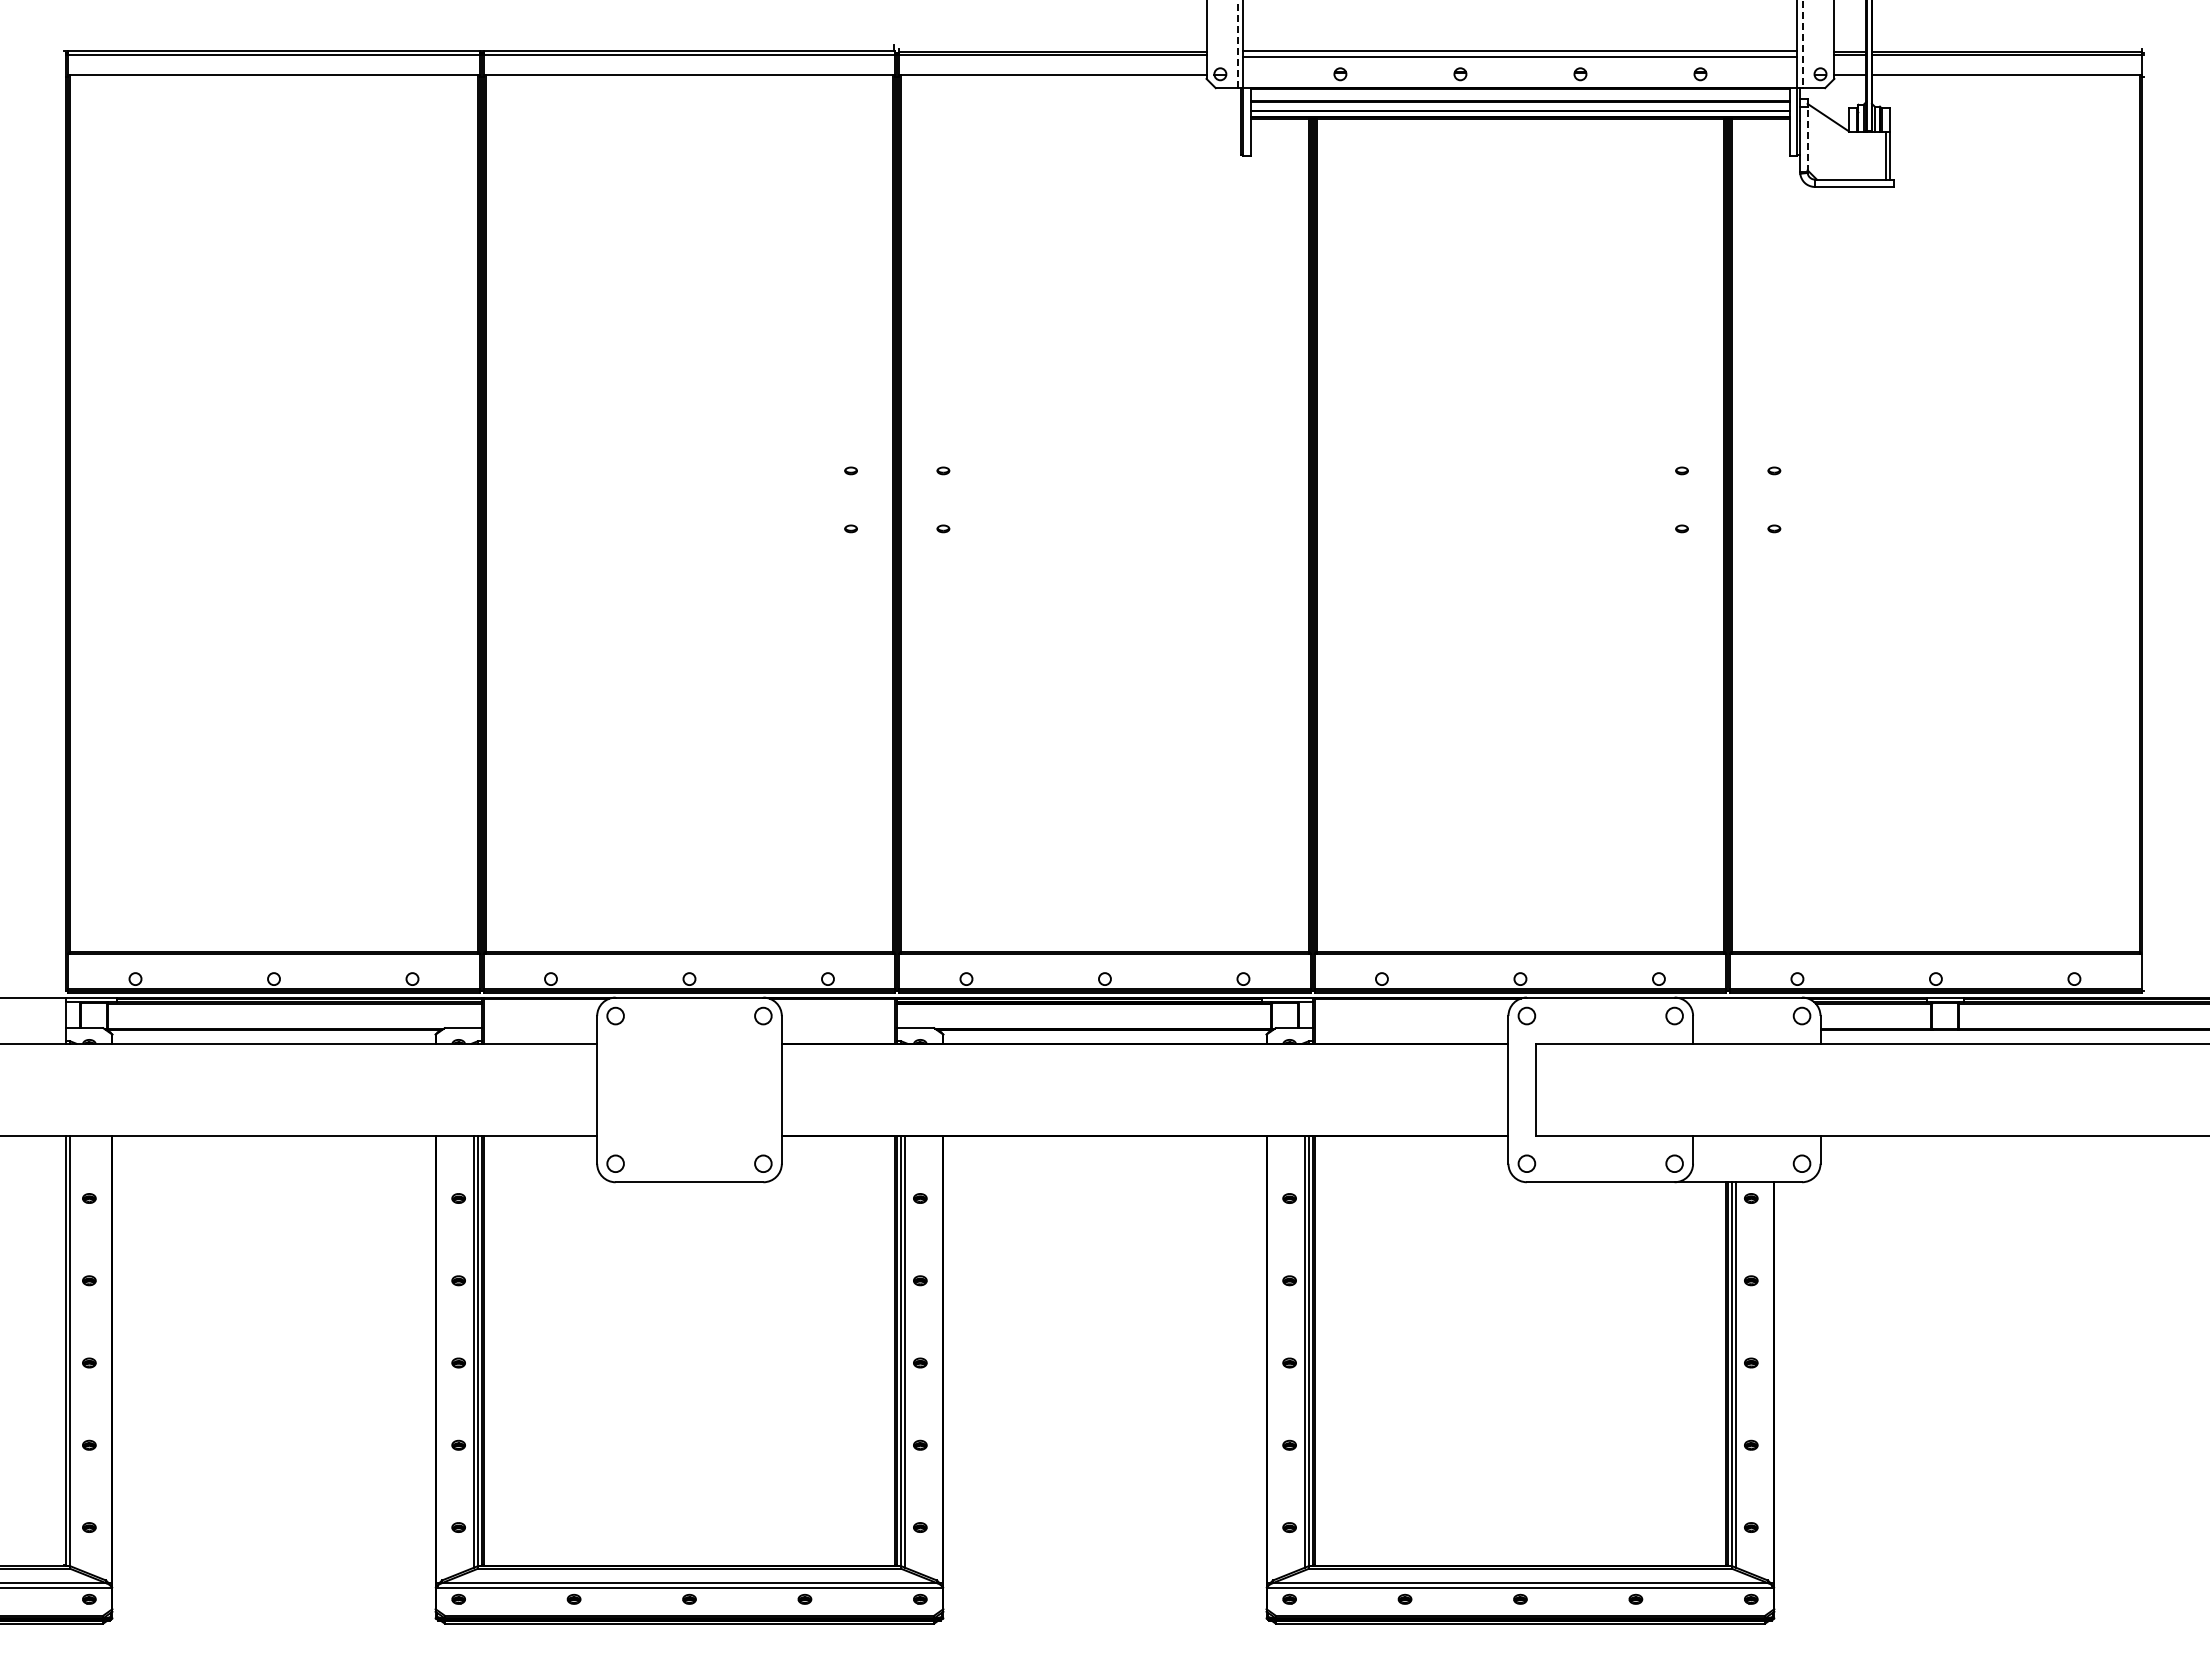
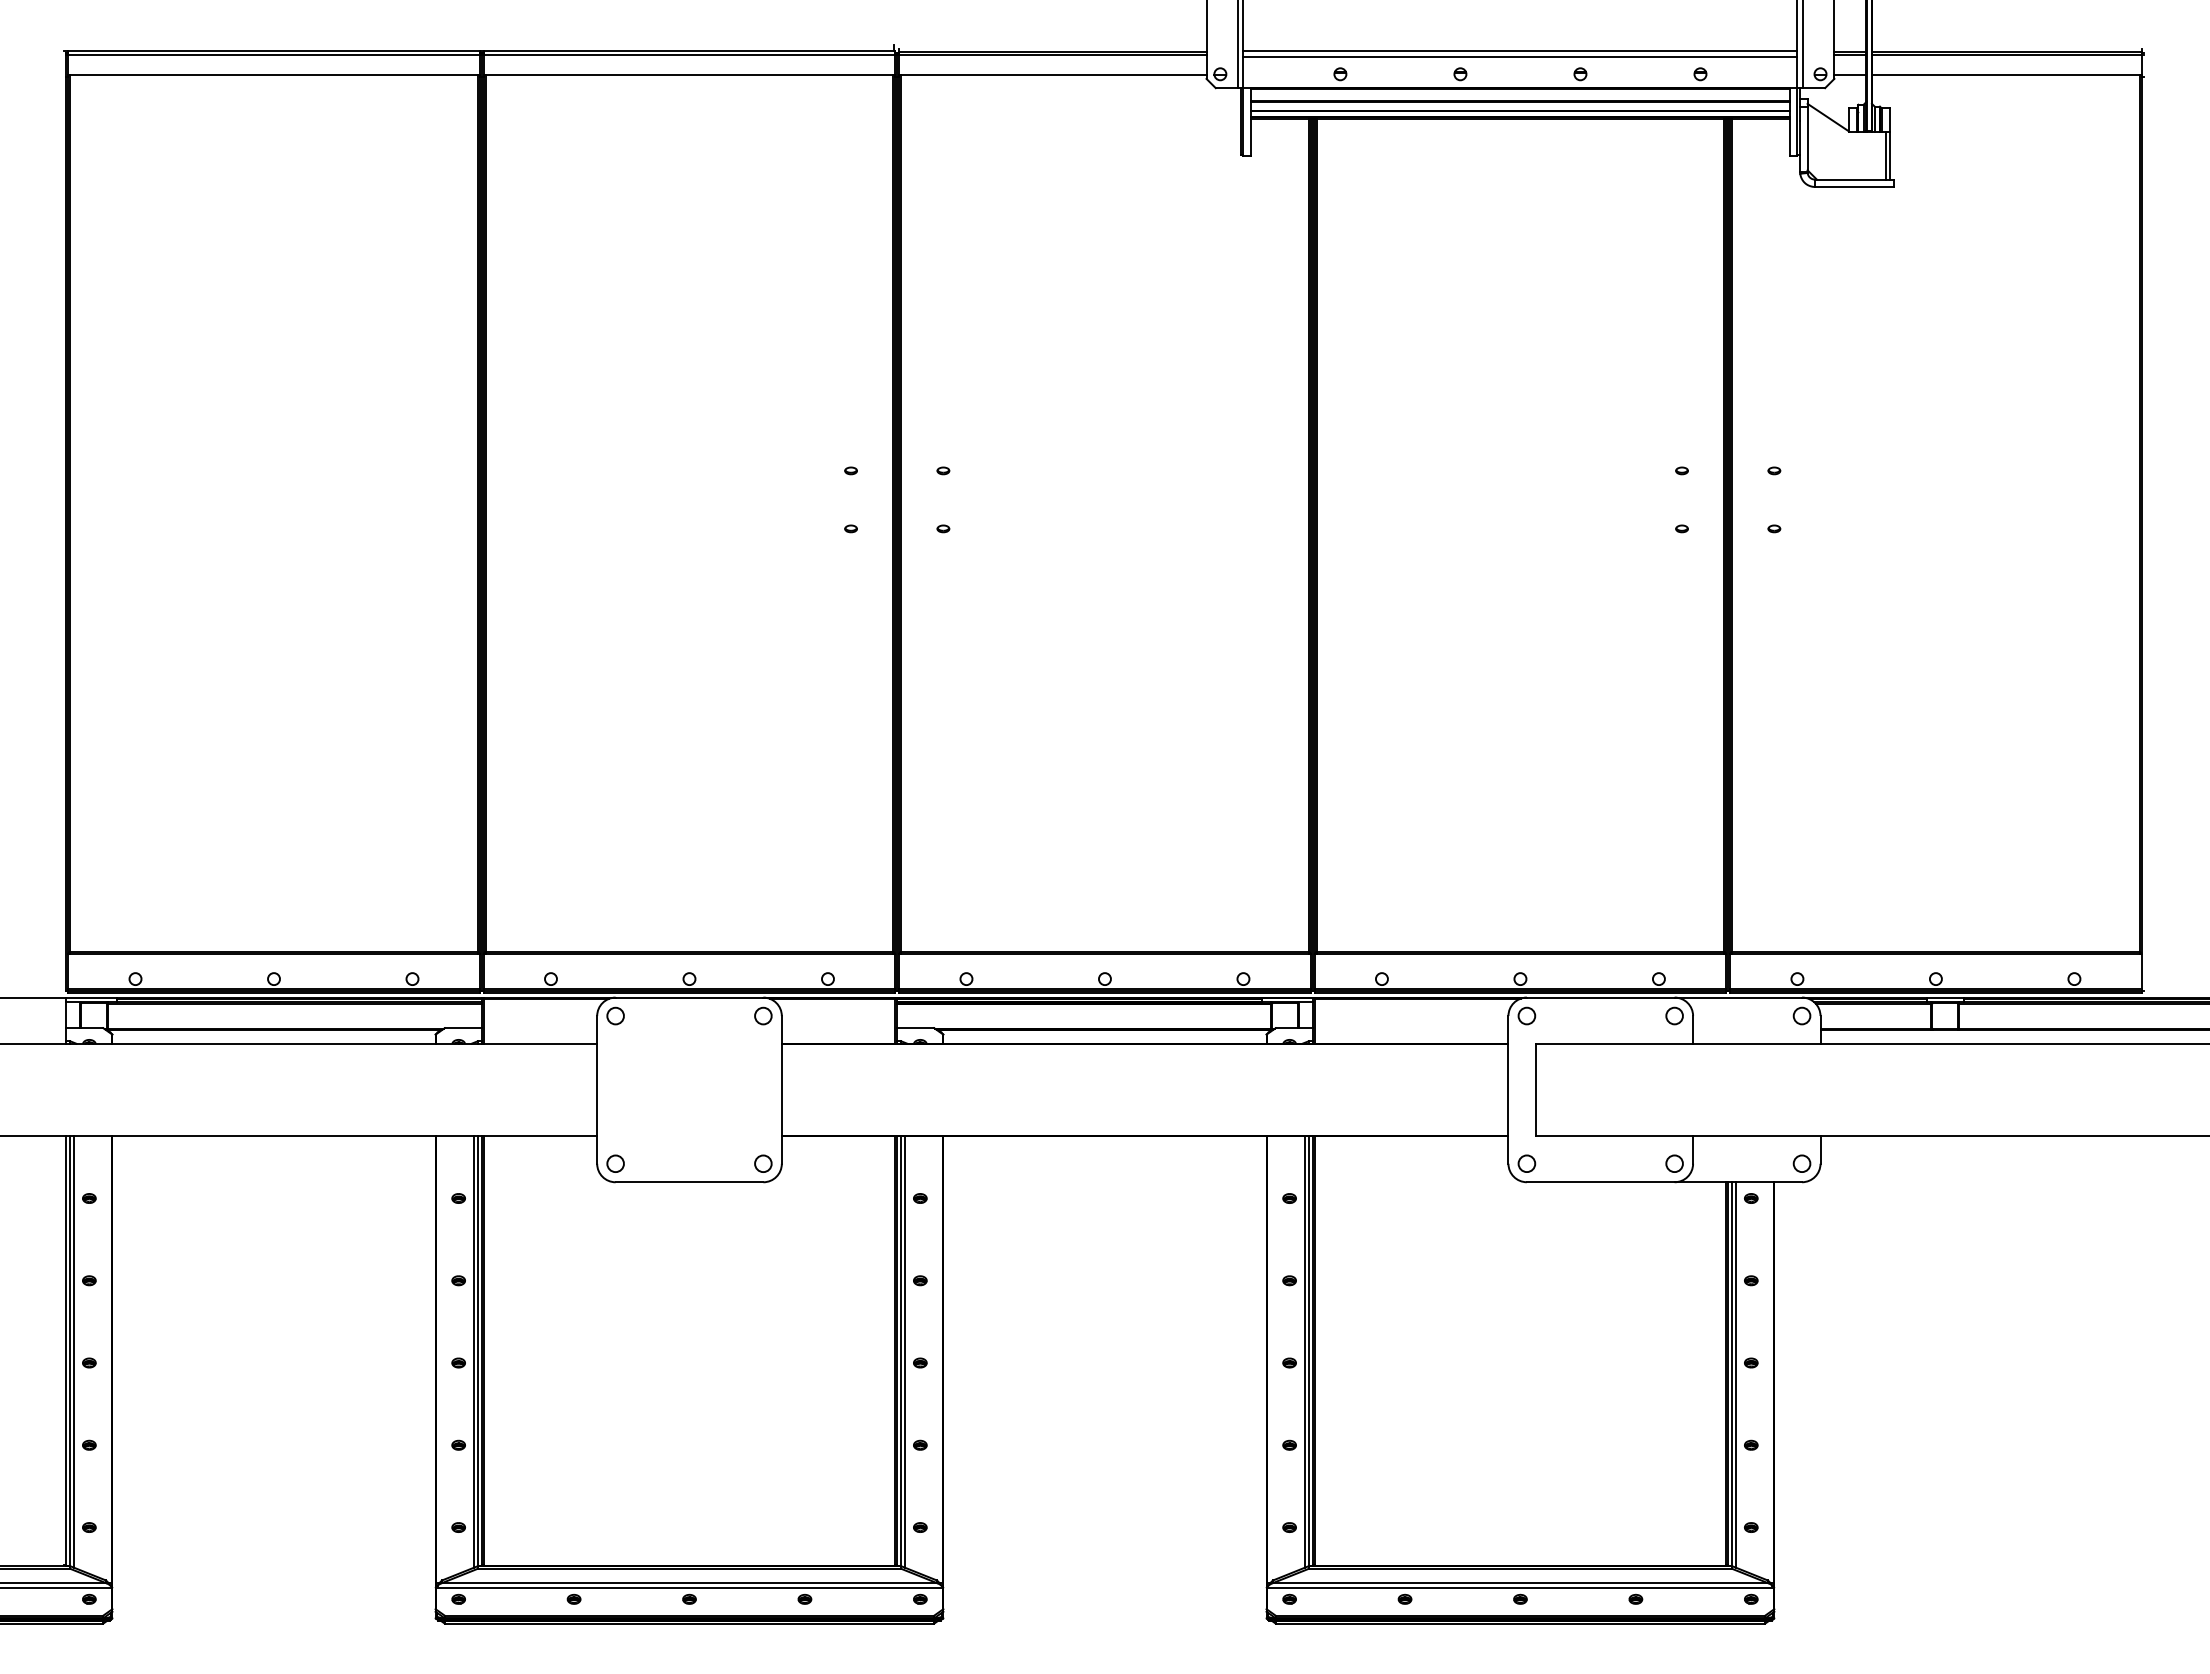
line at (1237, 44): dashed -> solid
line at (1803, 44): dashed -> solid
line at (1807, 139): dashed -> solid
line at (73, 1351): none -> present
